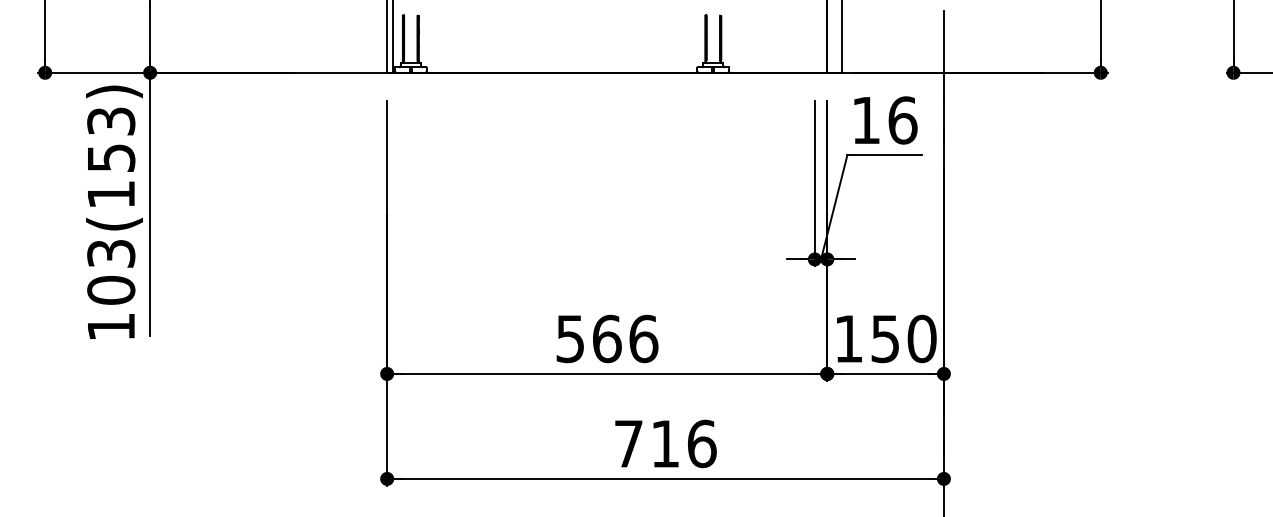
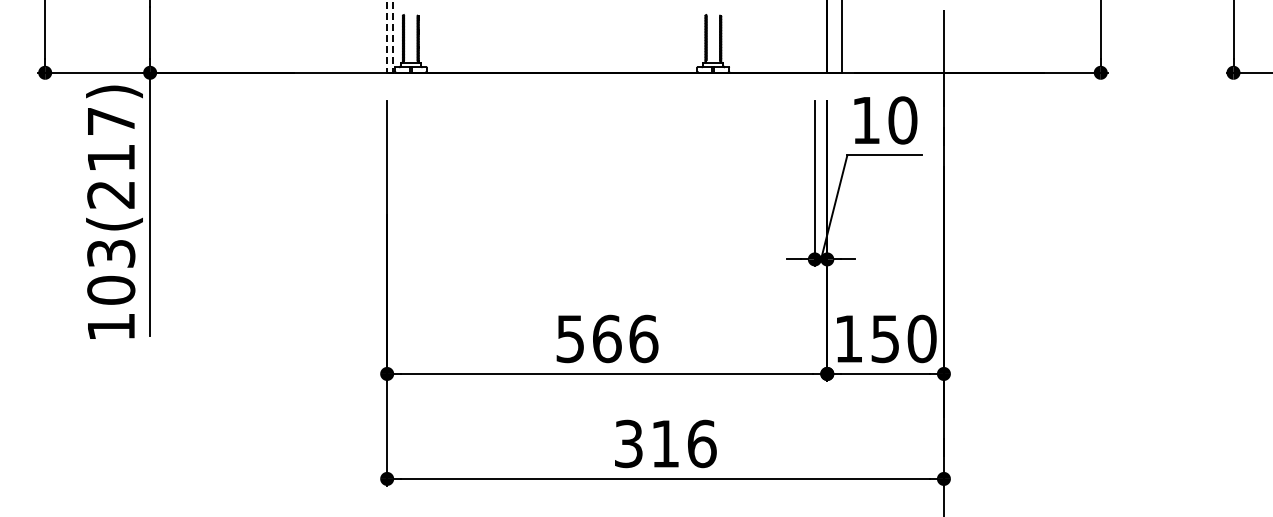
line at (387, 36): solid -> dashed
line at (393, 36): solid -> dashed
text at (902, 120): 16 -> 10
text at (111, 157): 103(153) -> 103(217)
text at (628, 443): 716 -> 316
